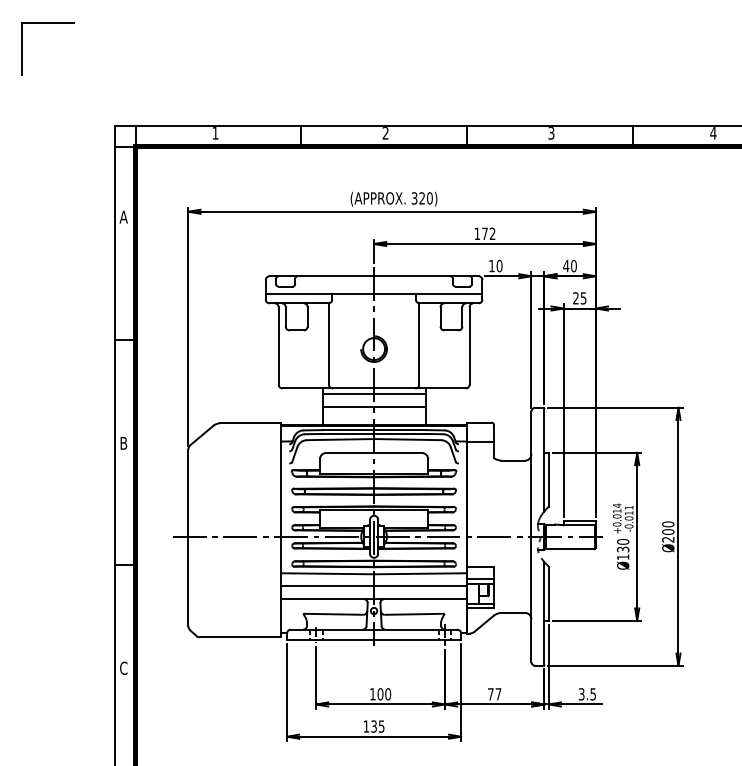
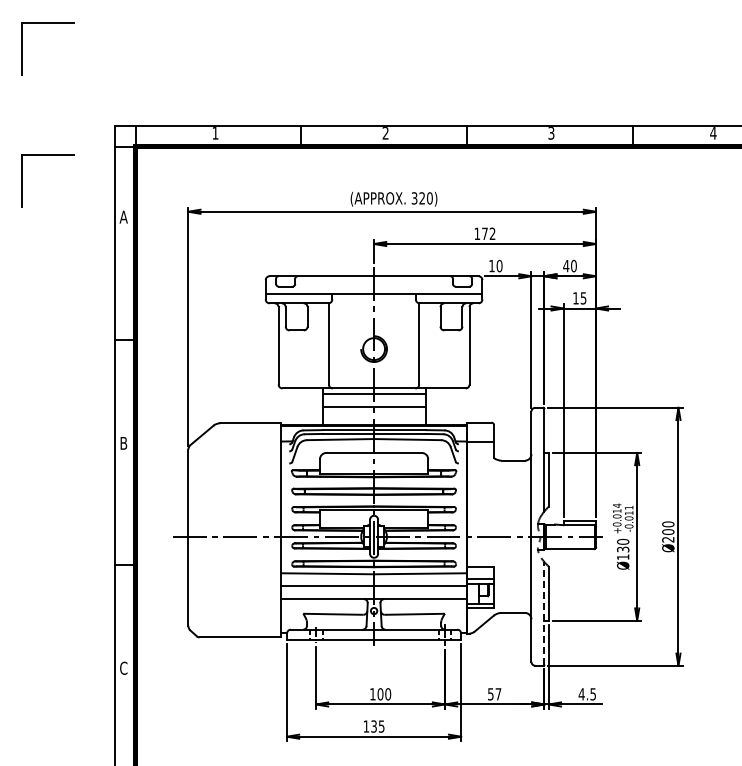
part at (47, 155): none -> present
text at (575, 298): 25 -> 15
line at (544, 613): solid -> dashed
text at (490, 694): 77 -> 57
text at (581, 694): 3.5 -> 4.5
